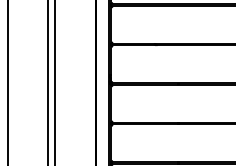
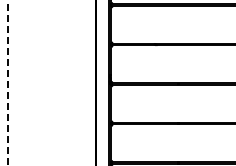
line at (48, 82): present -> none
line at (55, 82): present -> none
line at (7, 83): solid -> dashed
